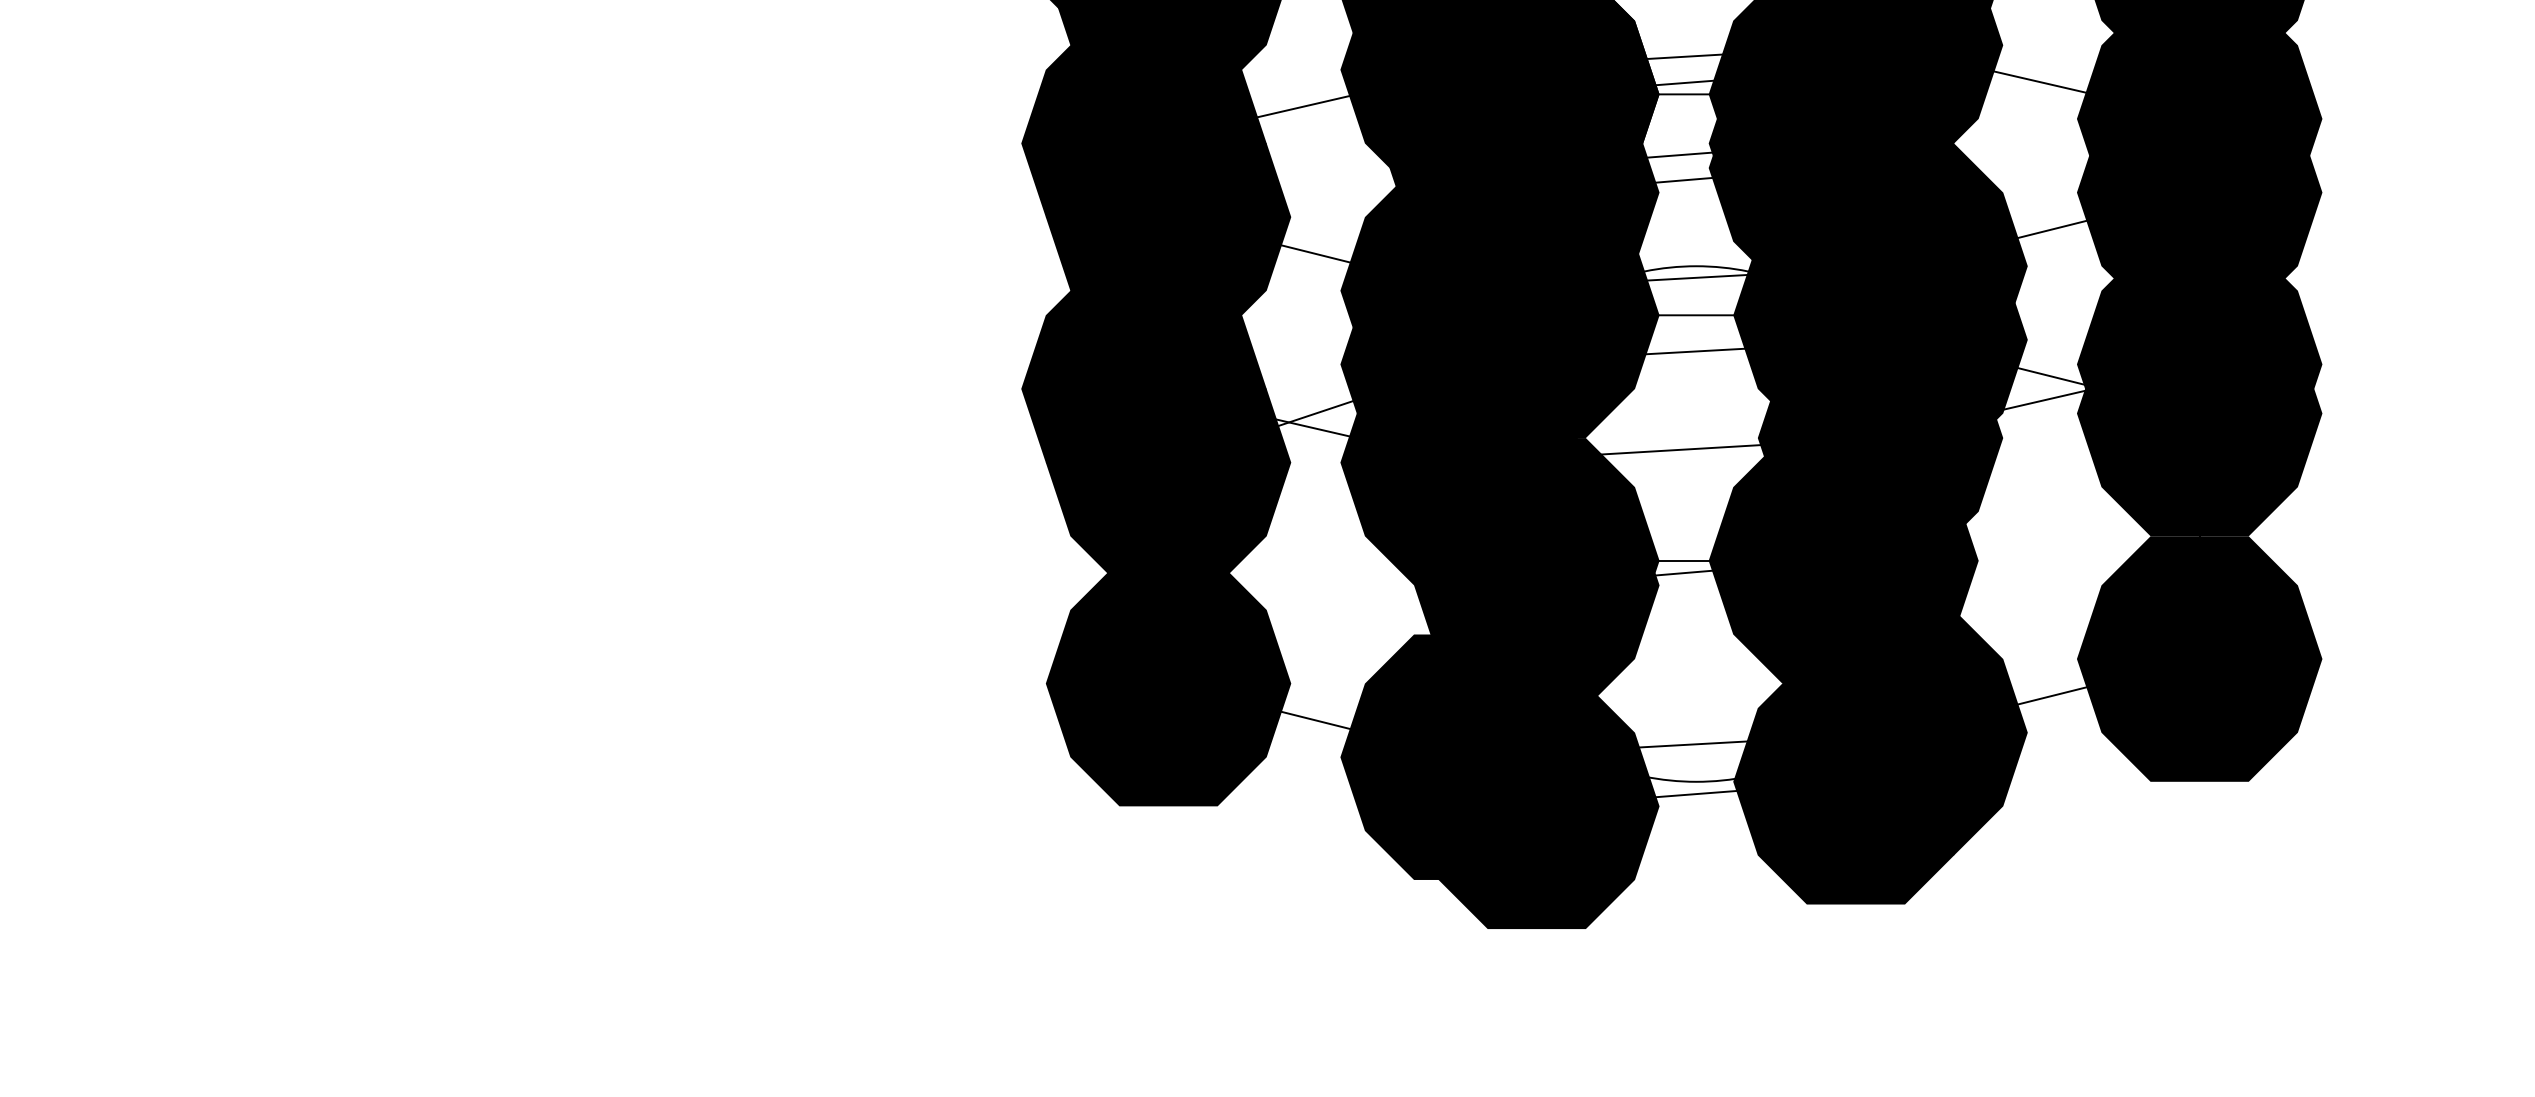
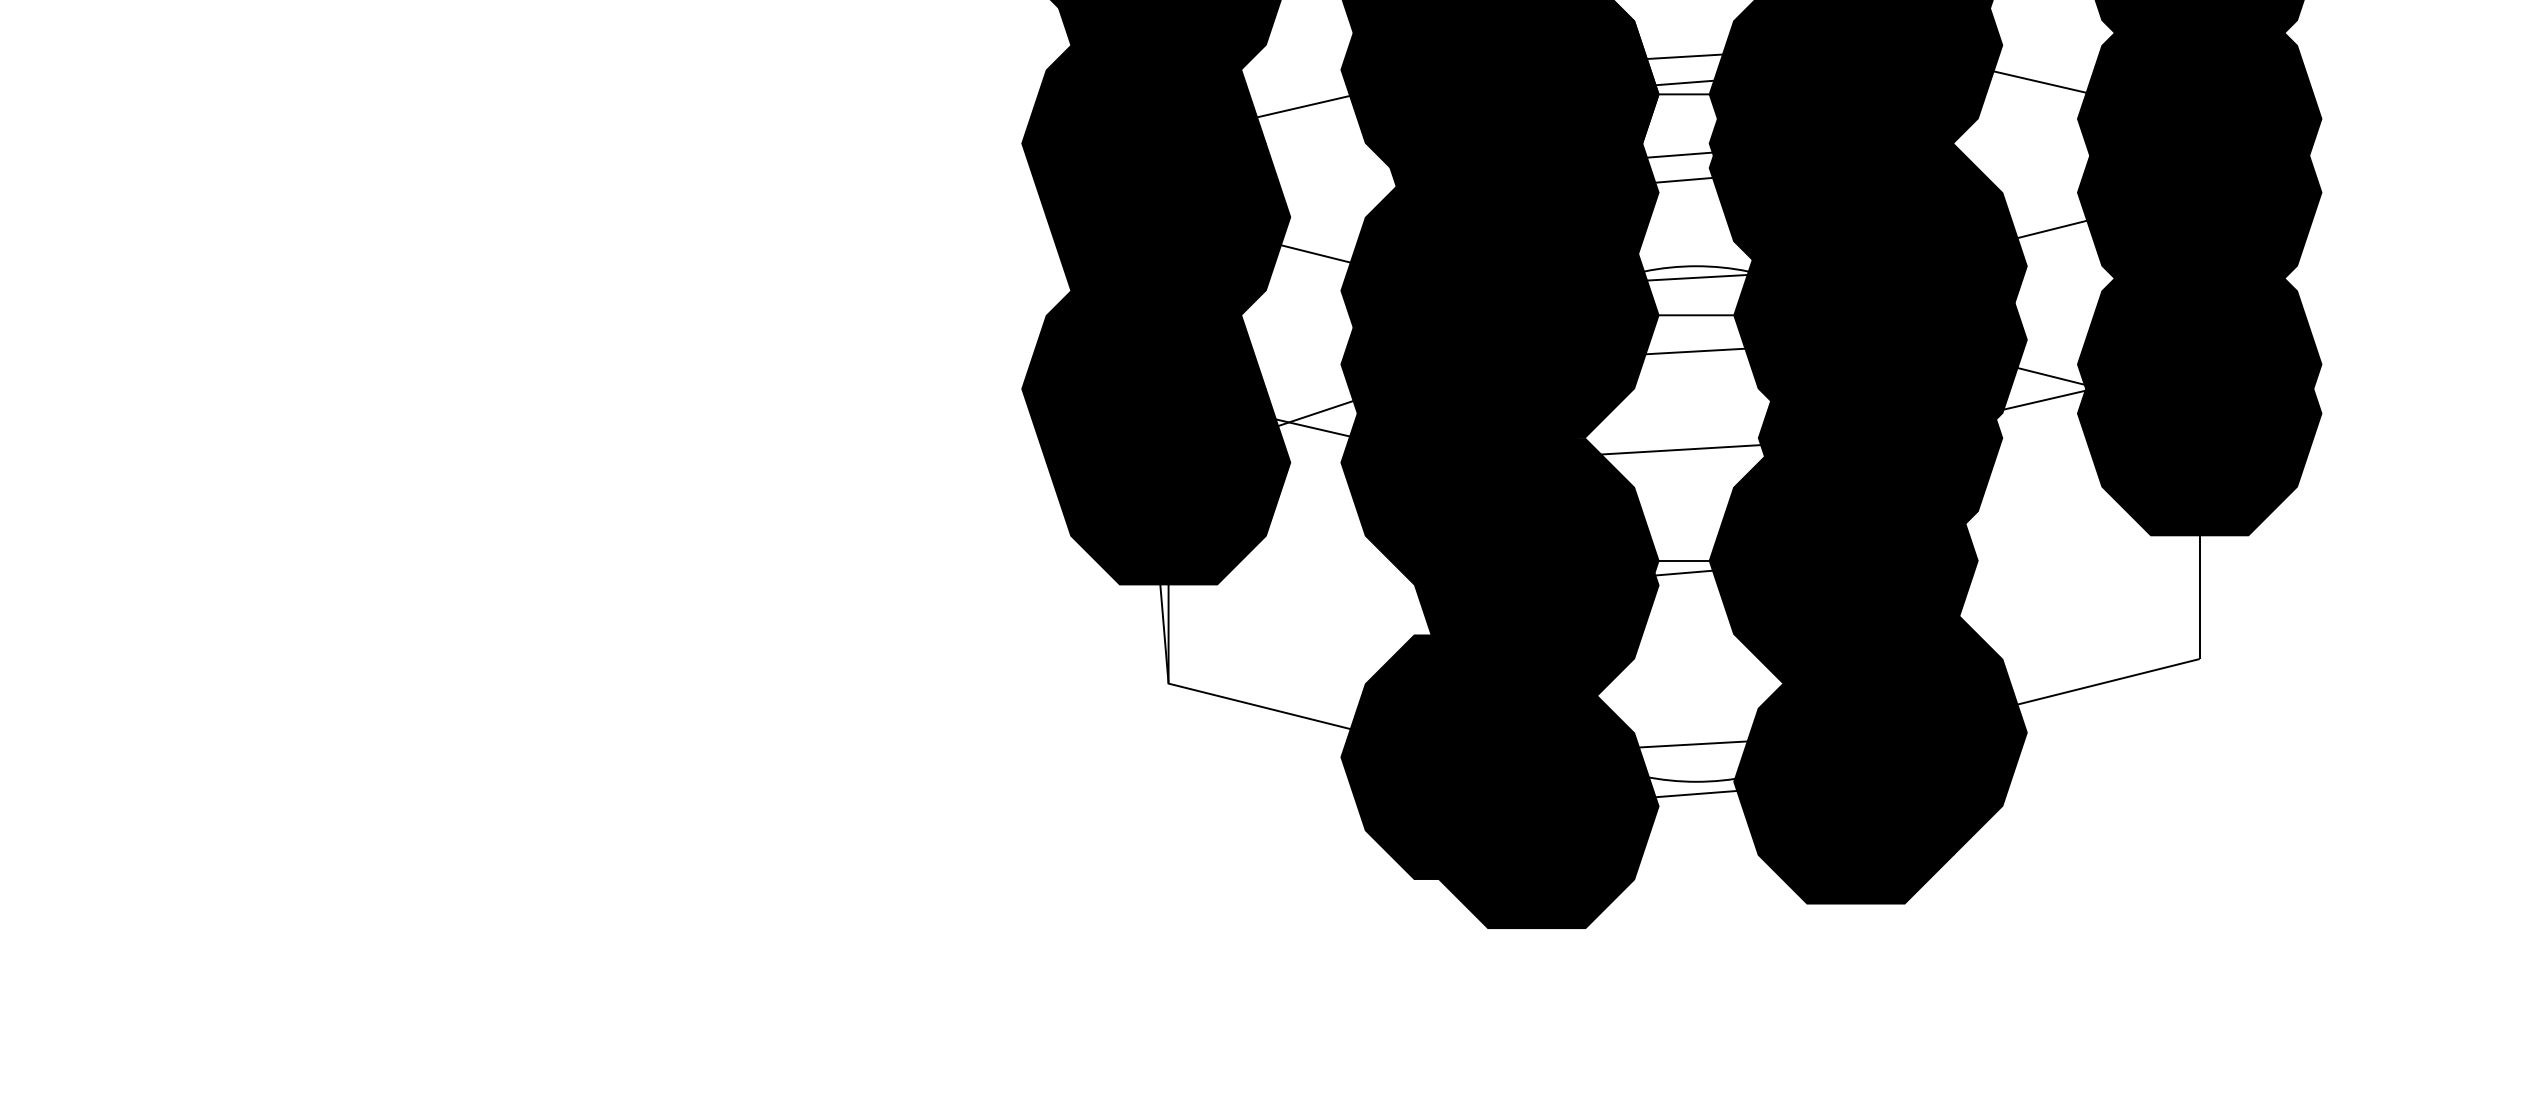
fill at (2199, 658): present -> none
fill at (1168, 683): present -> none
